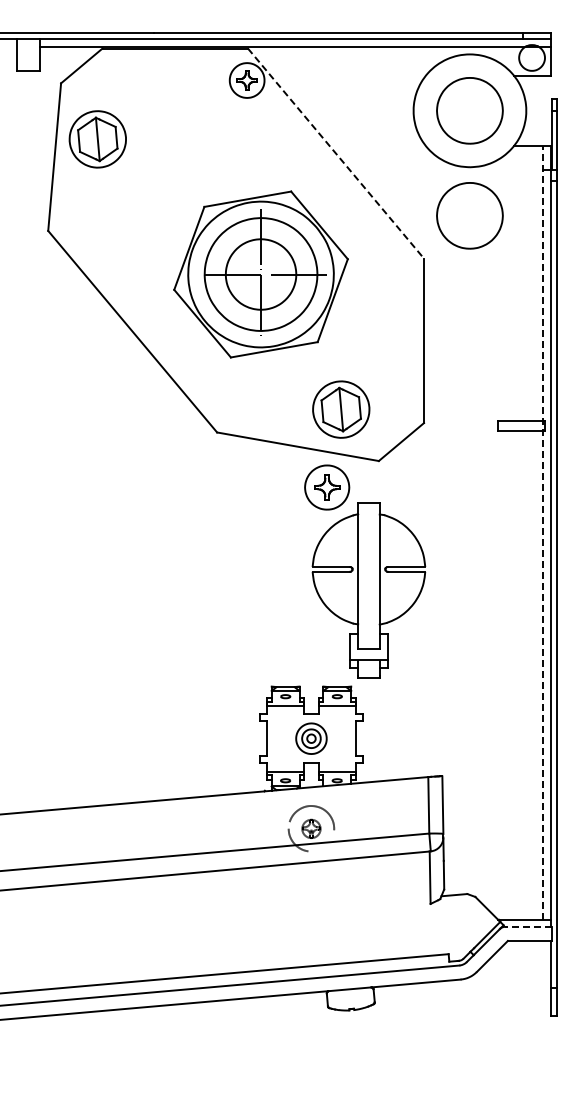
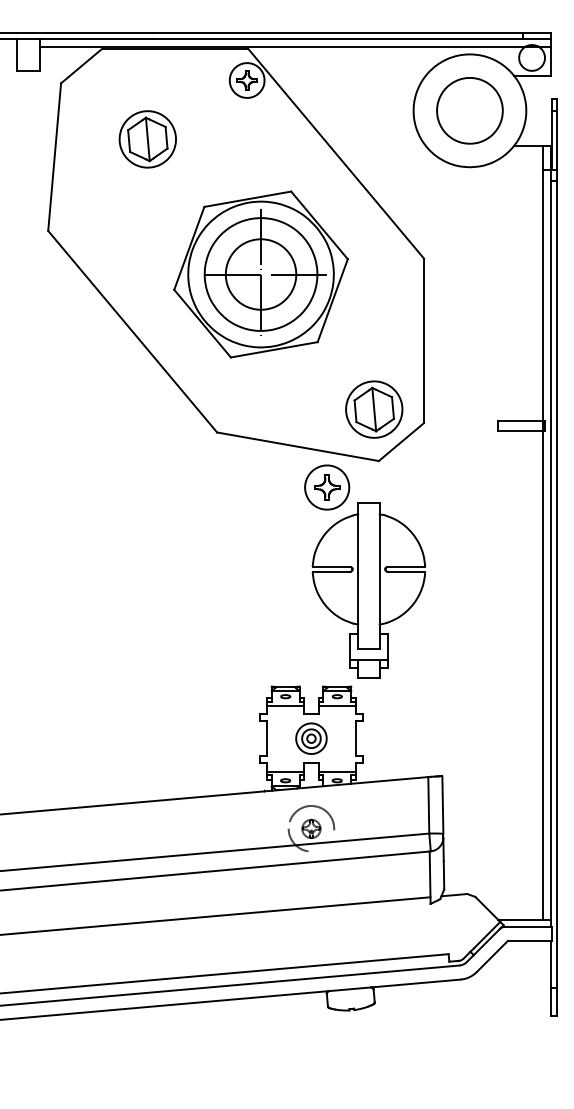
part at (97, 139) position: (97, 139) -> (147, 139)
line at (336, 153): dashed -> solid
part at (469, 215): present -> none
part at (341, 409) position: (341, 409) -> (374, 409)
line at (543, 532): dashed -> solid
line at (216, 915): none -> present
line at (528, 926): dashed -> solid
